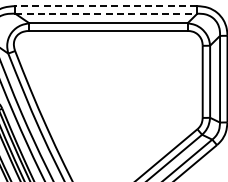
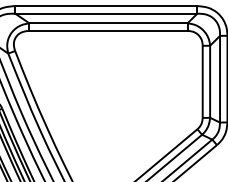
line at (105, 6): dashed -> solid
line at (106, 13): dashed -> solid
